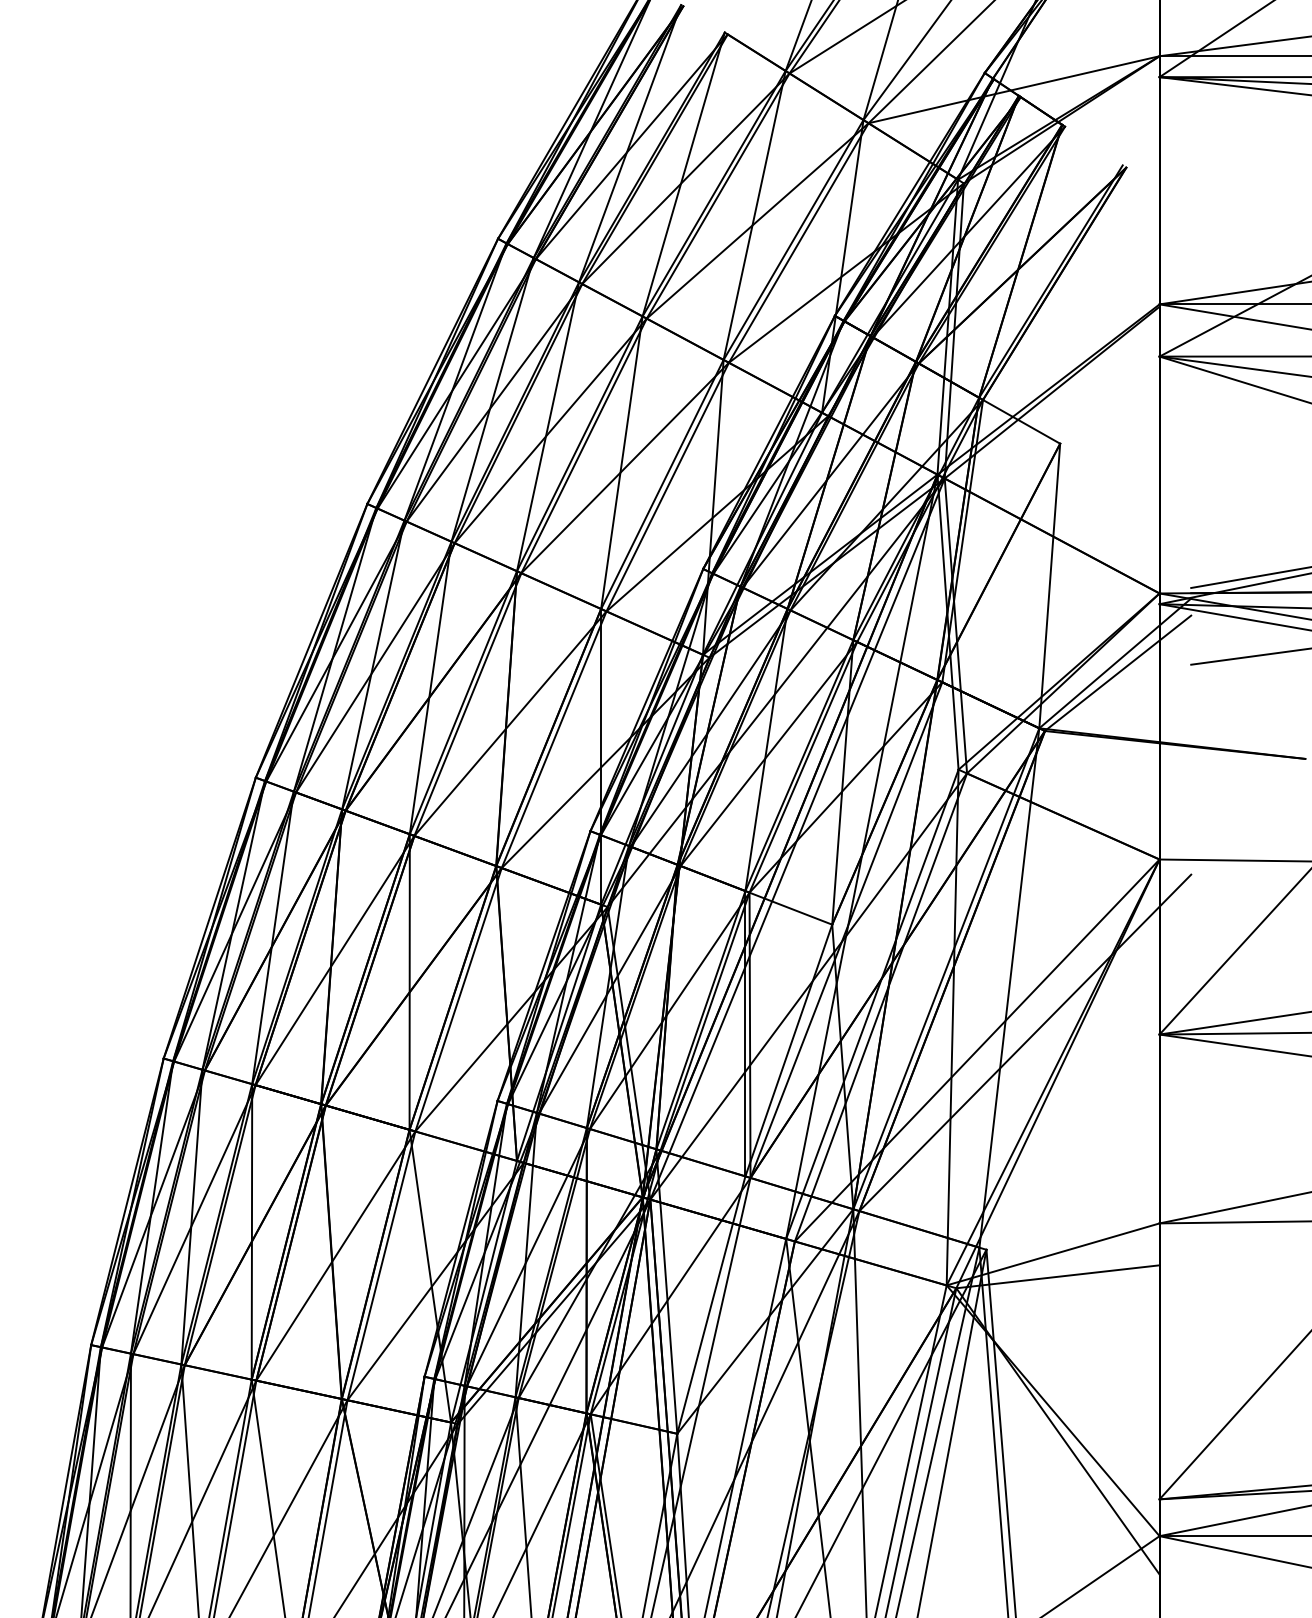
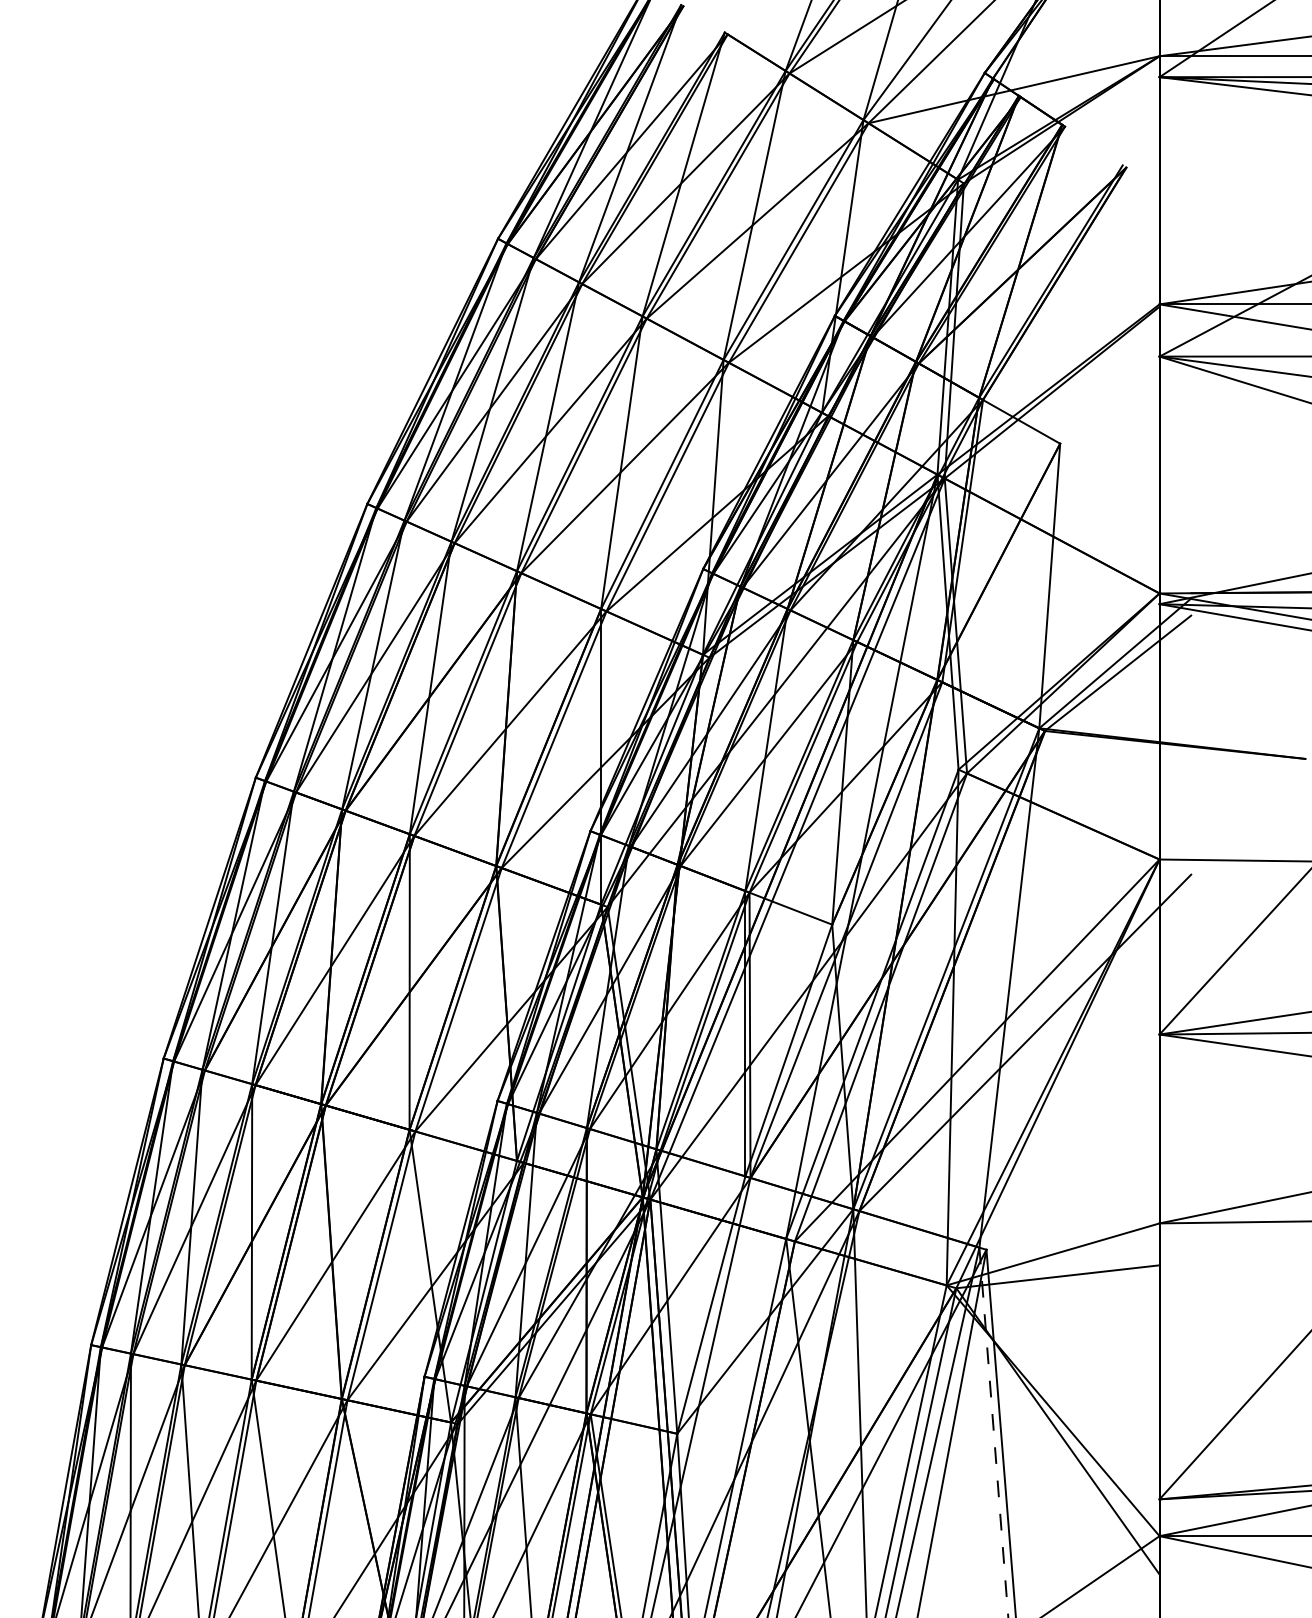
line at (1249, 577): present -> none
line at (1249, 656): present -> none
line at (993, 1433): solid -> dashed
